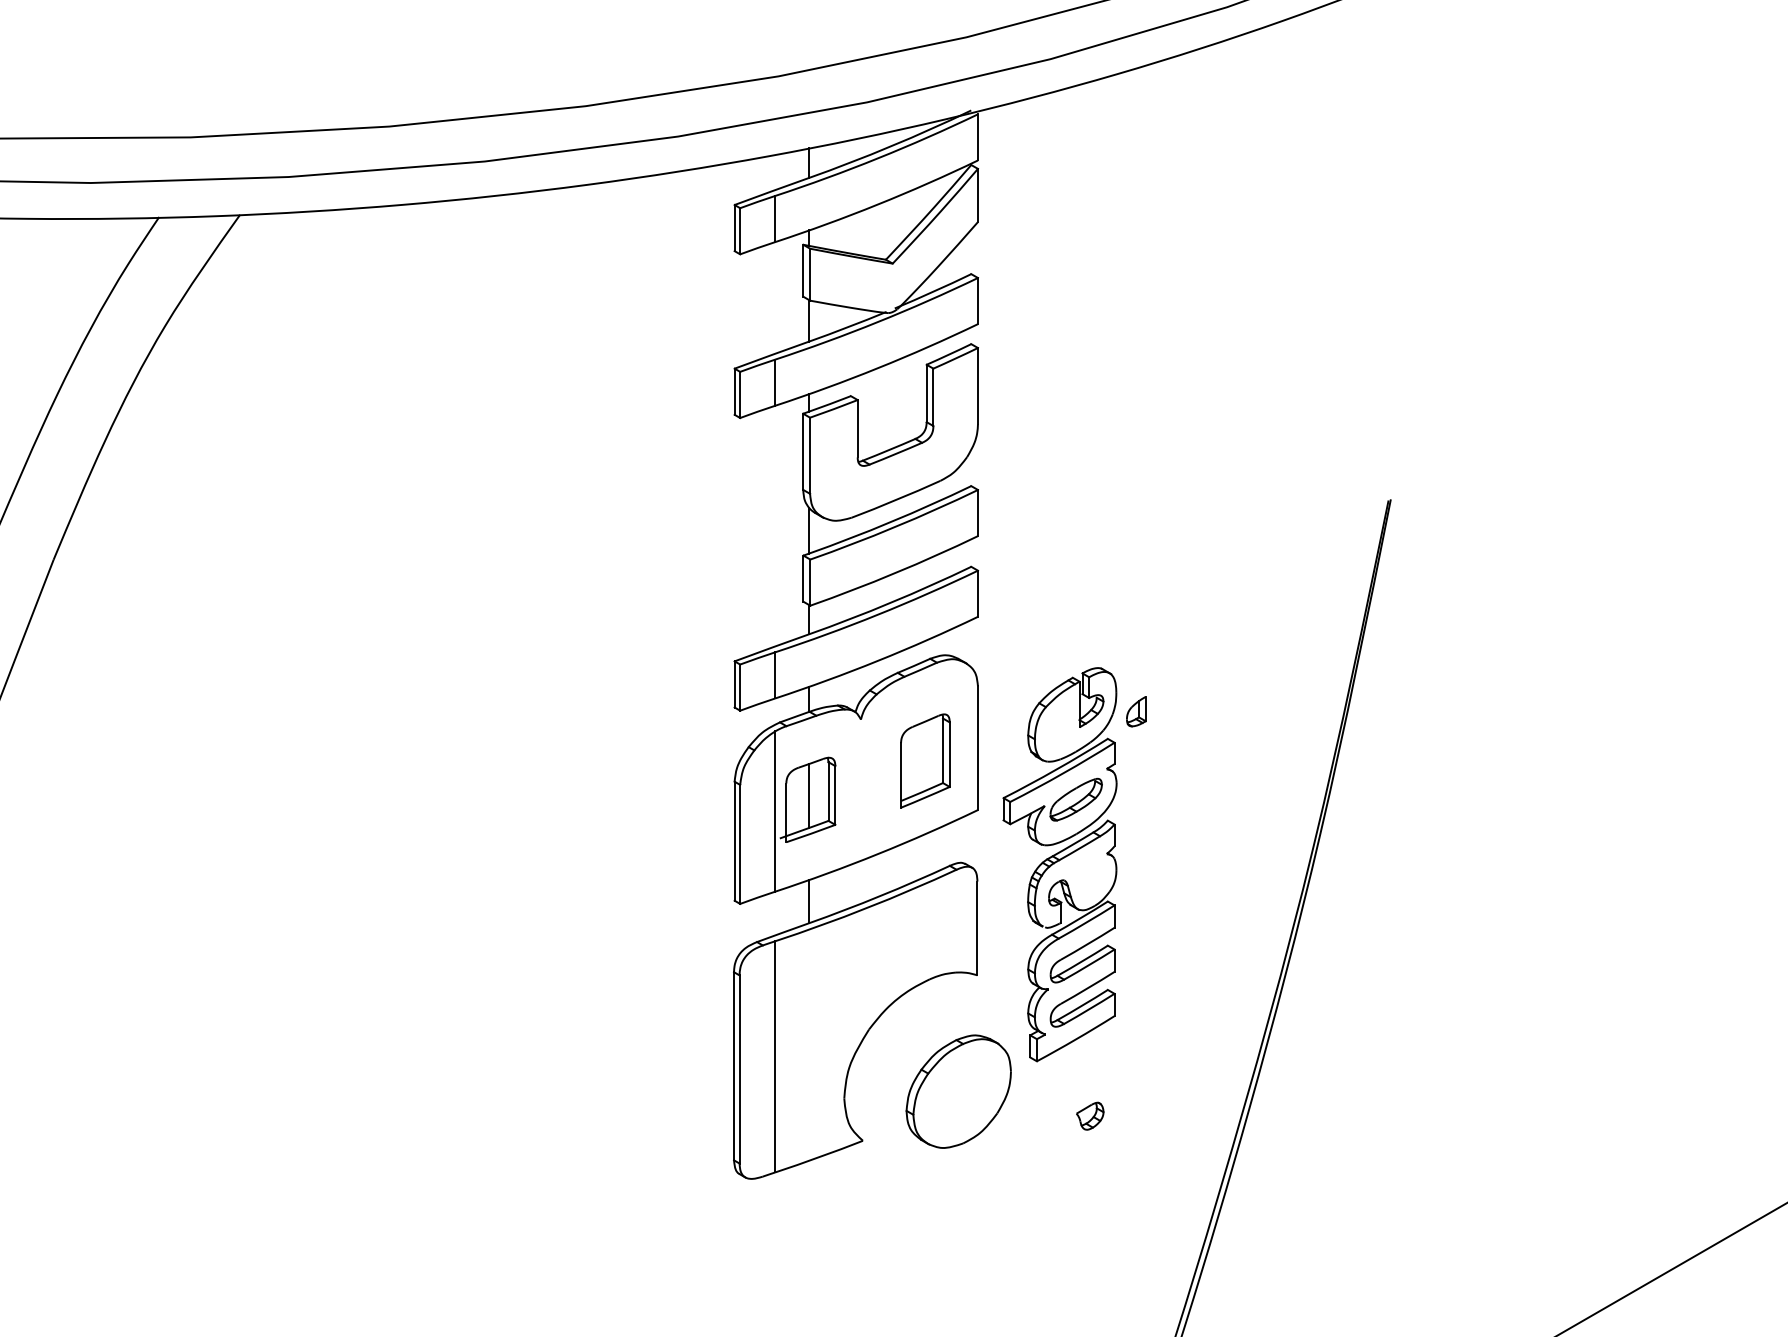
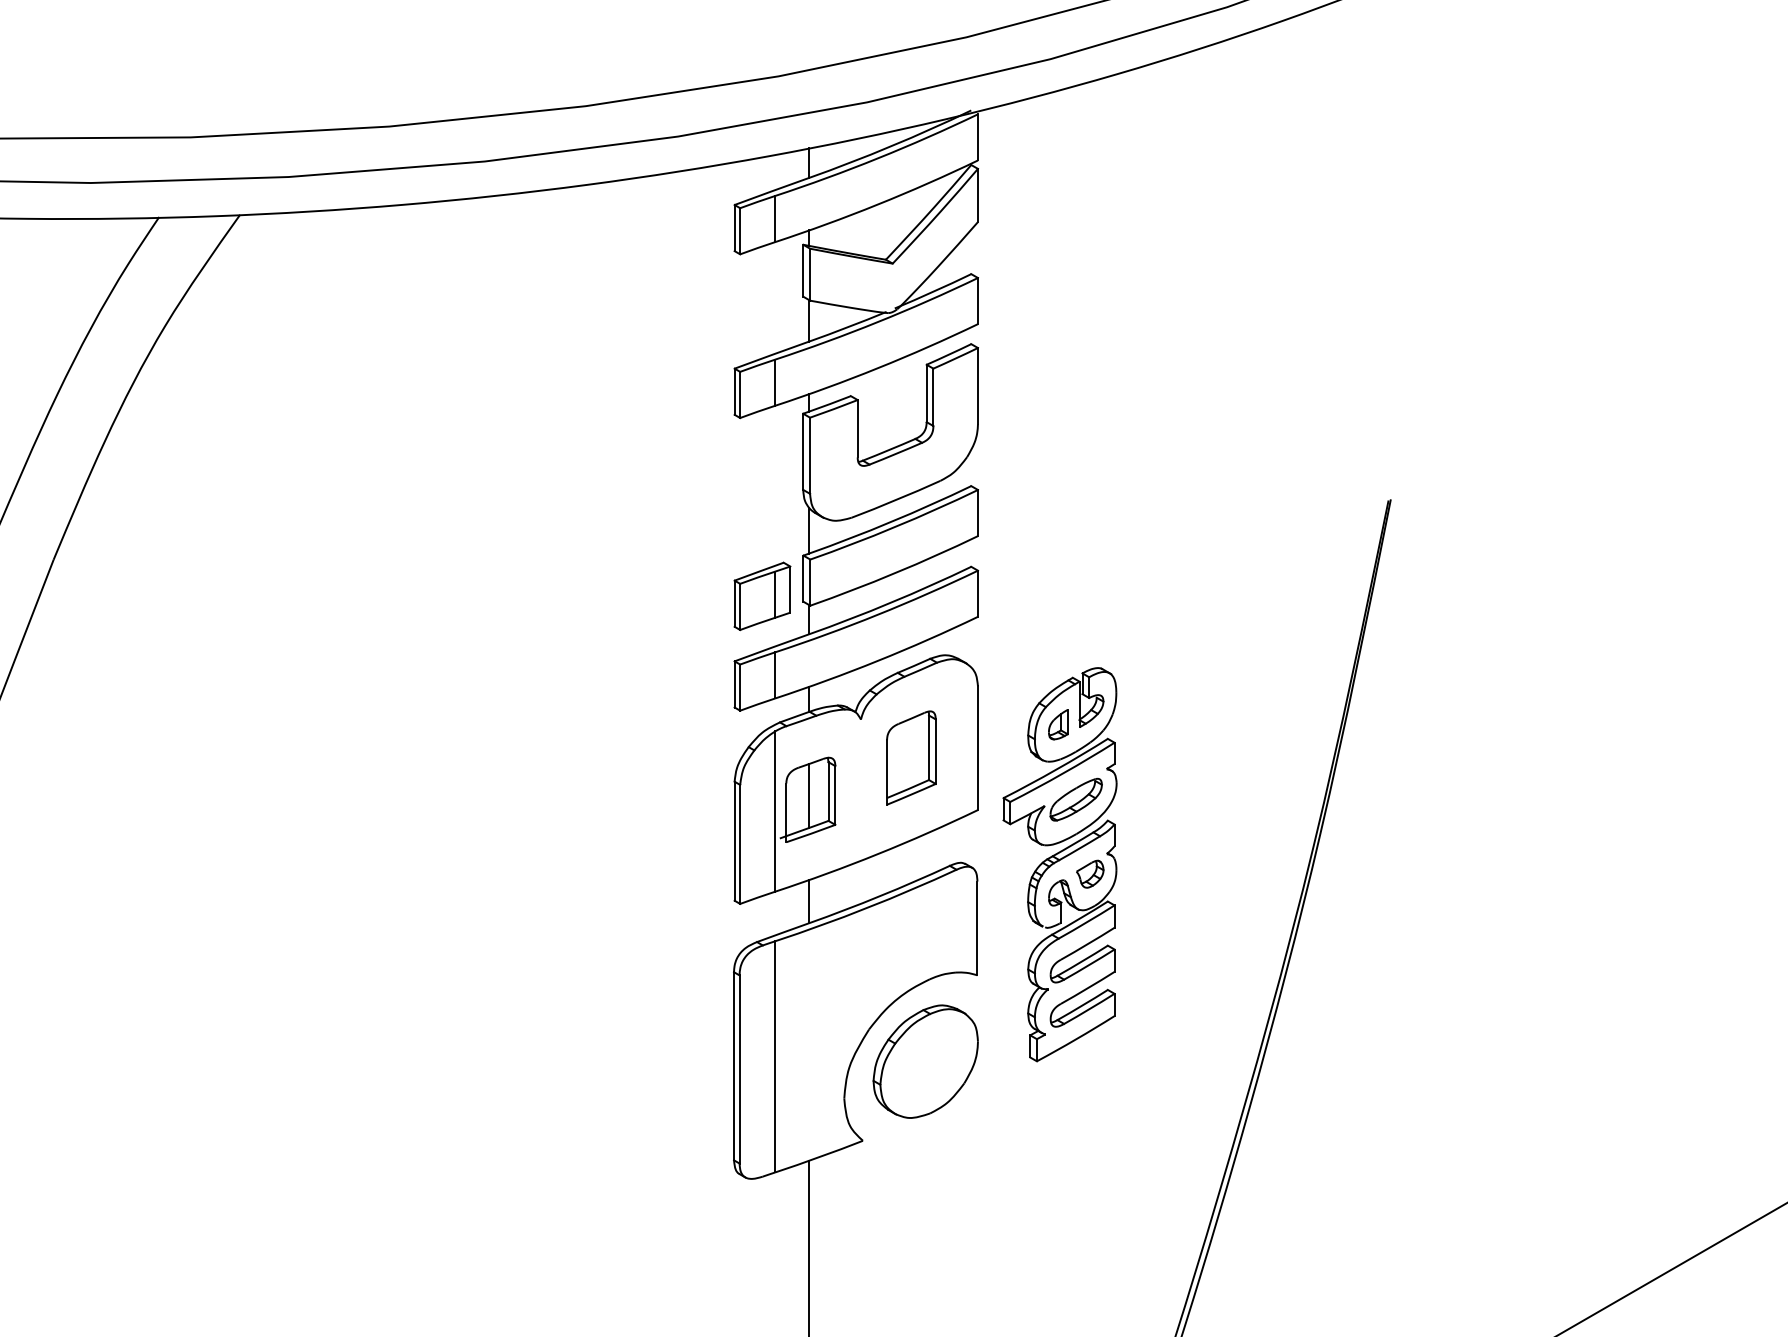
part at (762, 596): none -> present
part at (1136, 711) position: (1136, 711) -> (1058, 724)
part at (925, 760) position: (925, 760) -> (911, 757)
part at (958, 1091) position: (958, 1091) -> (925, 1061)
part at (1090, 1115) position: (1090, 1115) -> (1090, 873)
line at (809, 1246): none -> present
